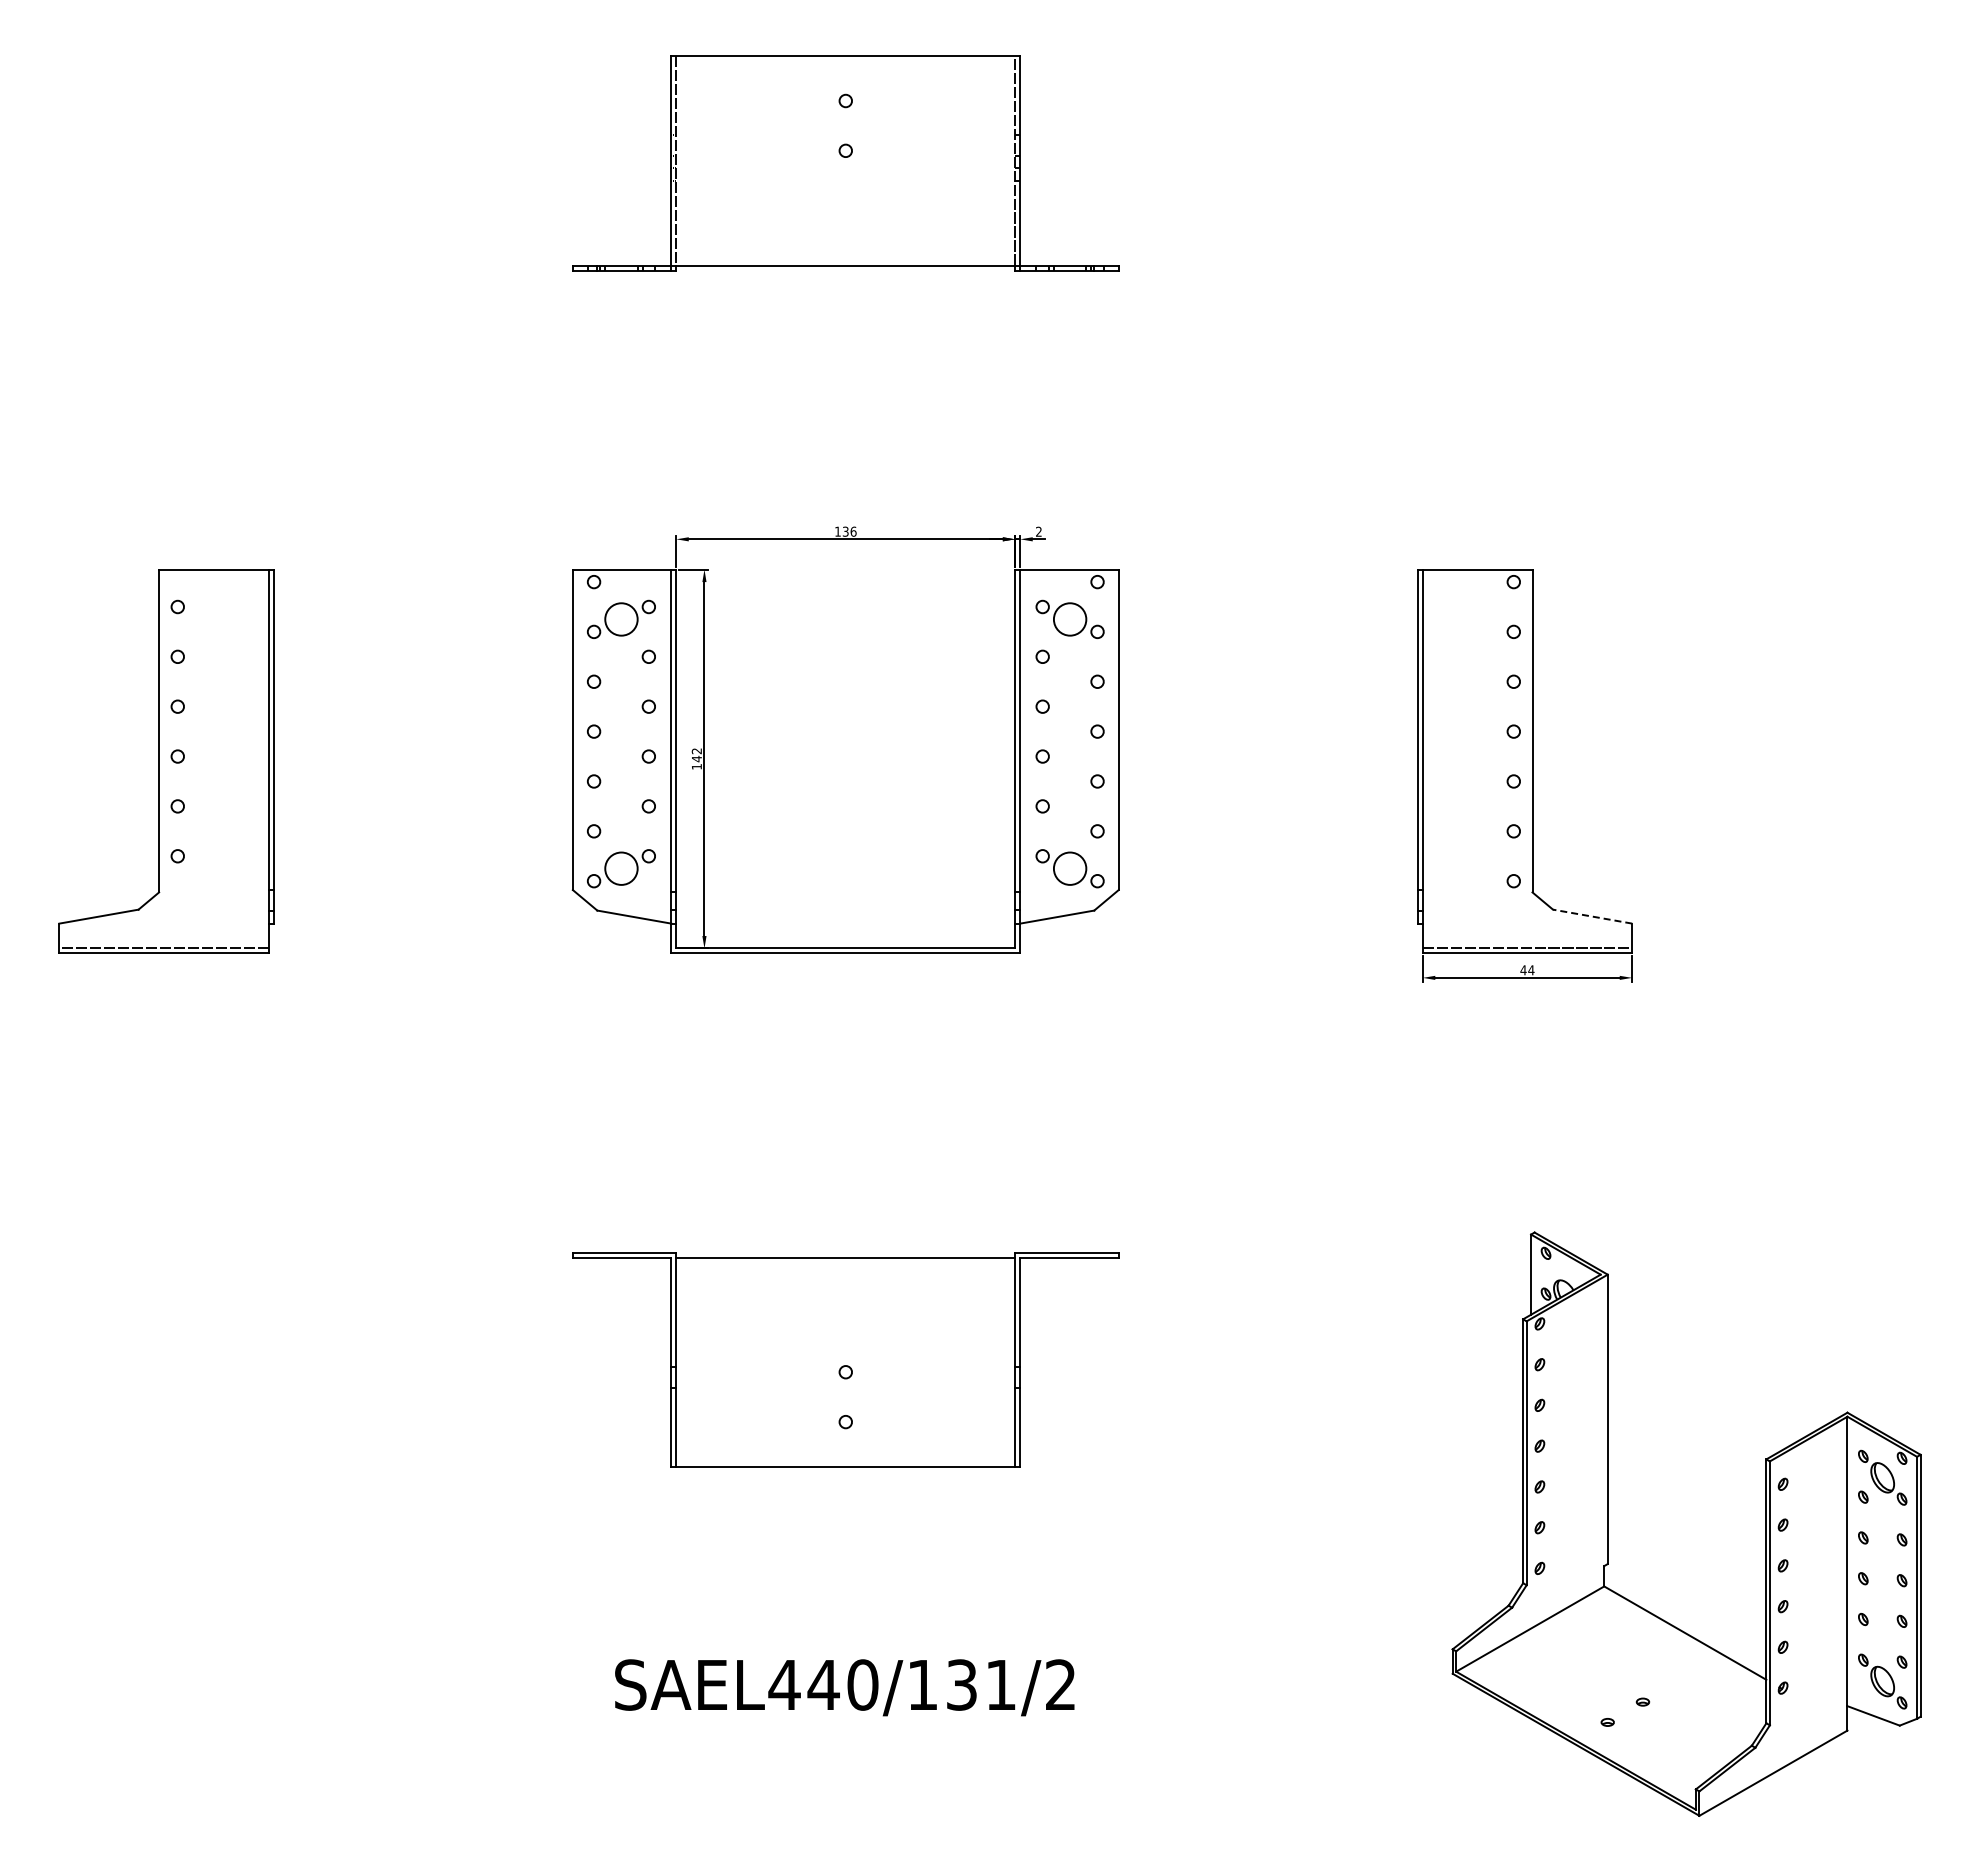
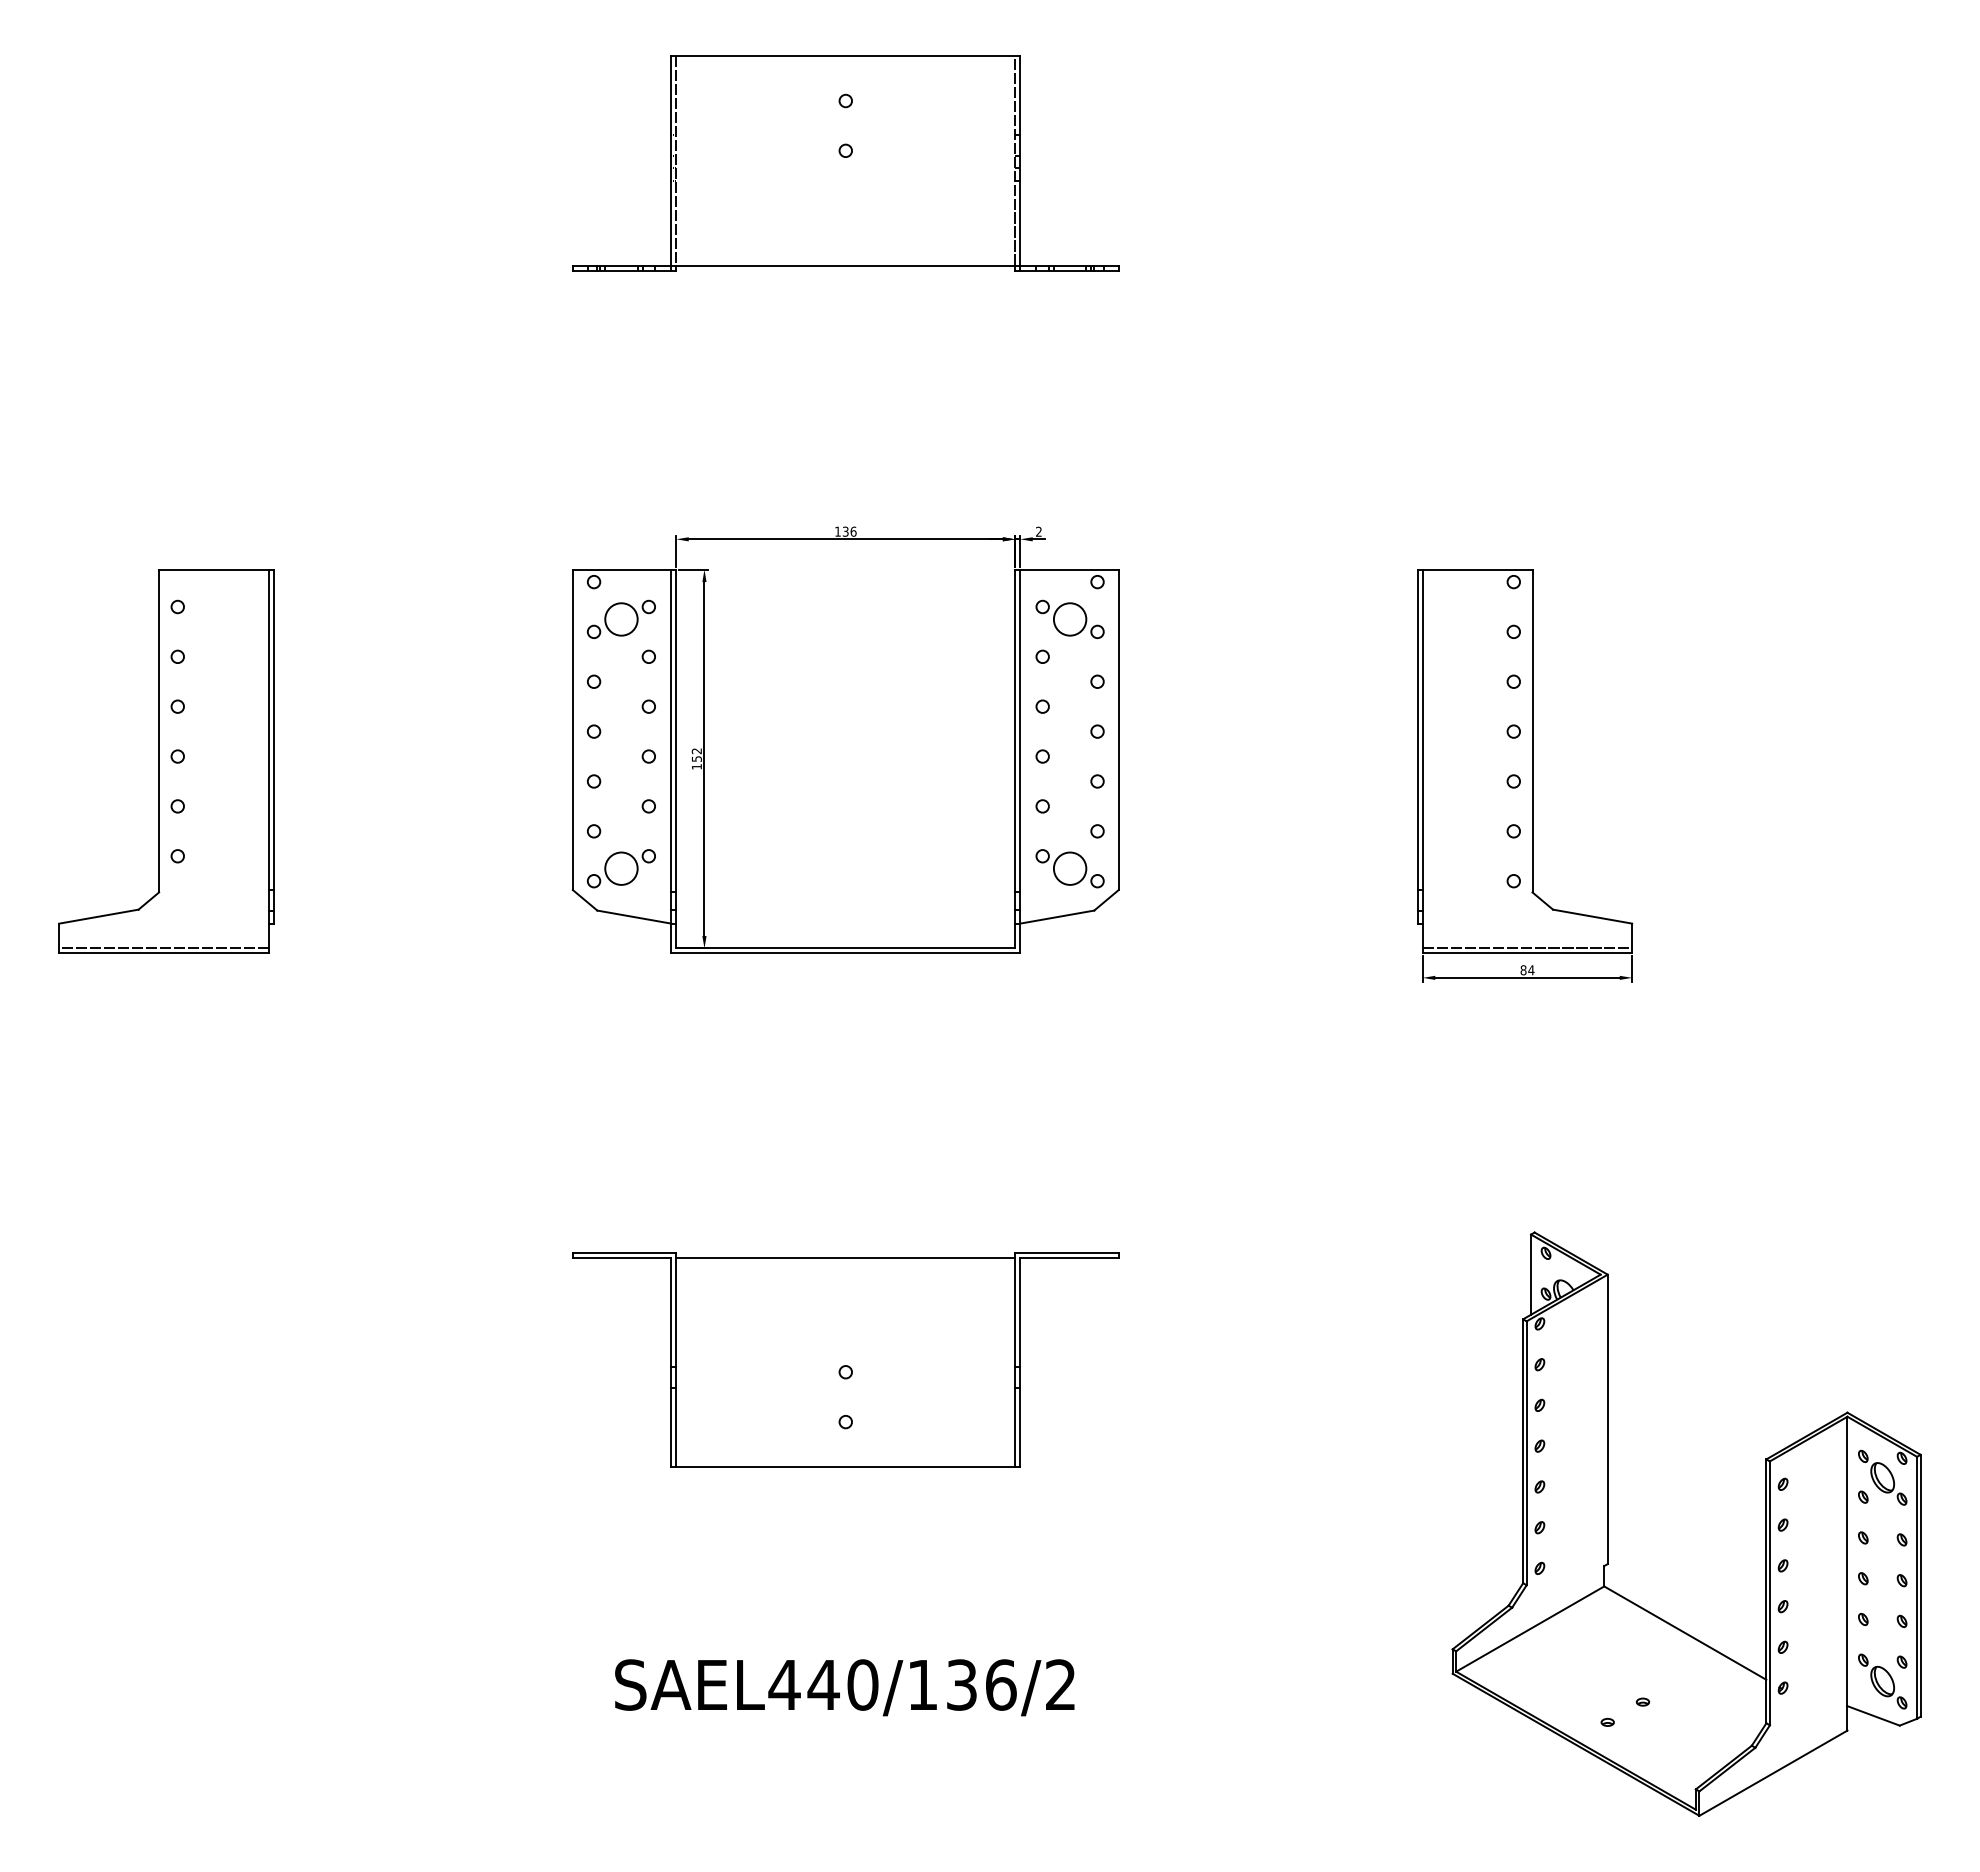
text at (696, 758): 142 -> 152
line at (1592, 916): dashed -> solid
text at (1523, 970): 44 -> 84
text at (1001, 1684): SAEL440/131/2 -> SAEL440/136/2
